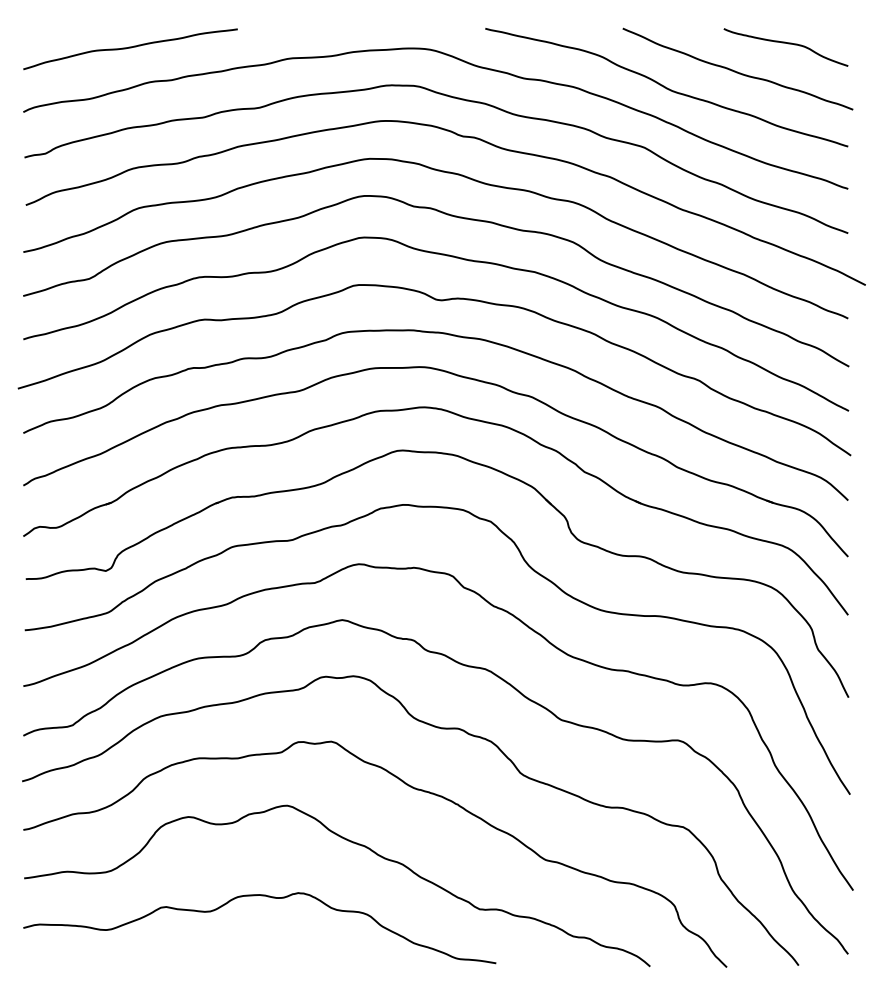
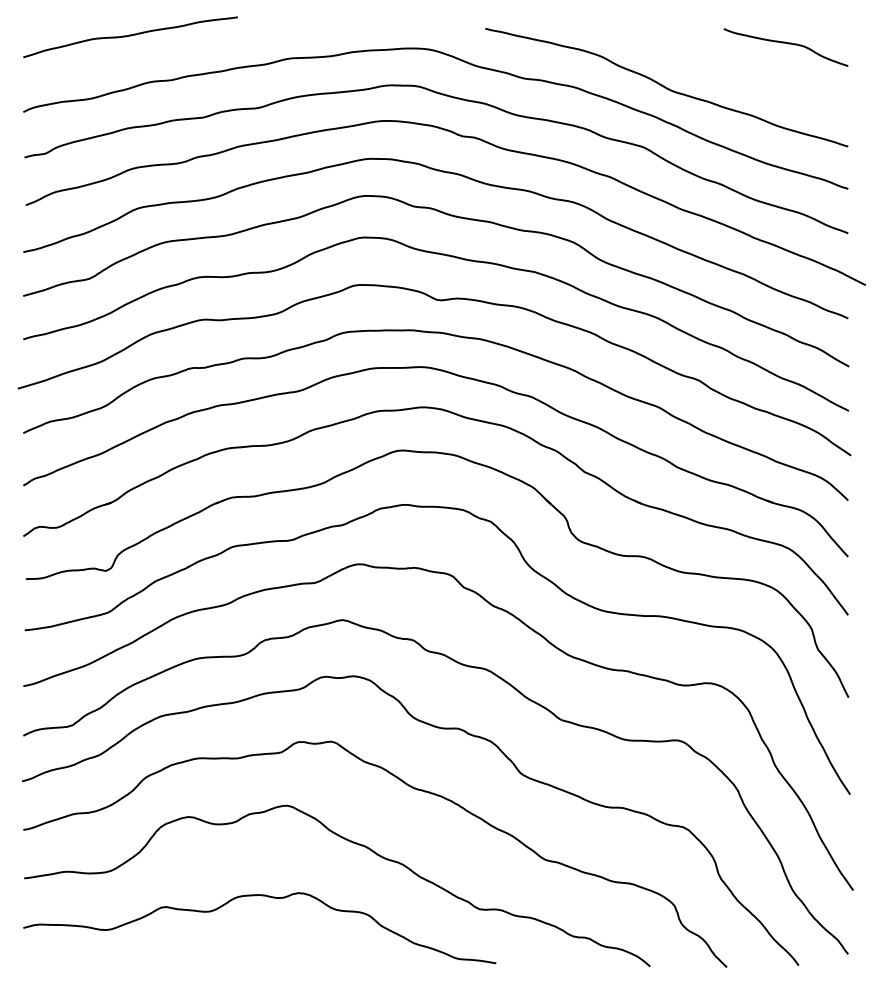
curve at (130, 48) position: (130, 48) -> (130, 36)
curve at (735, 70): present -> none
